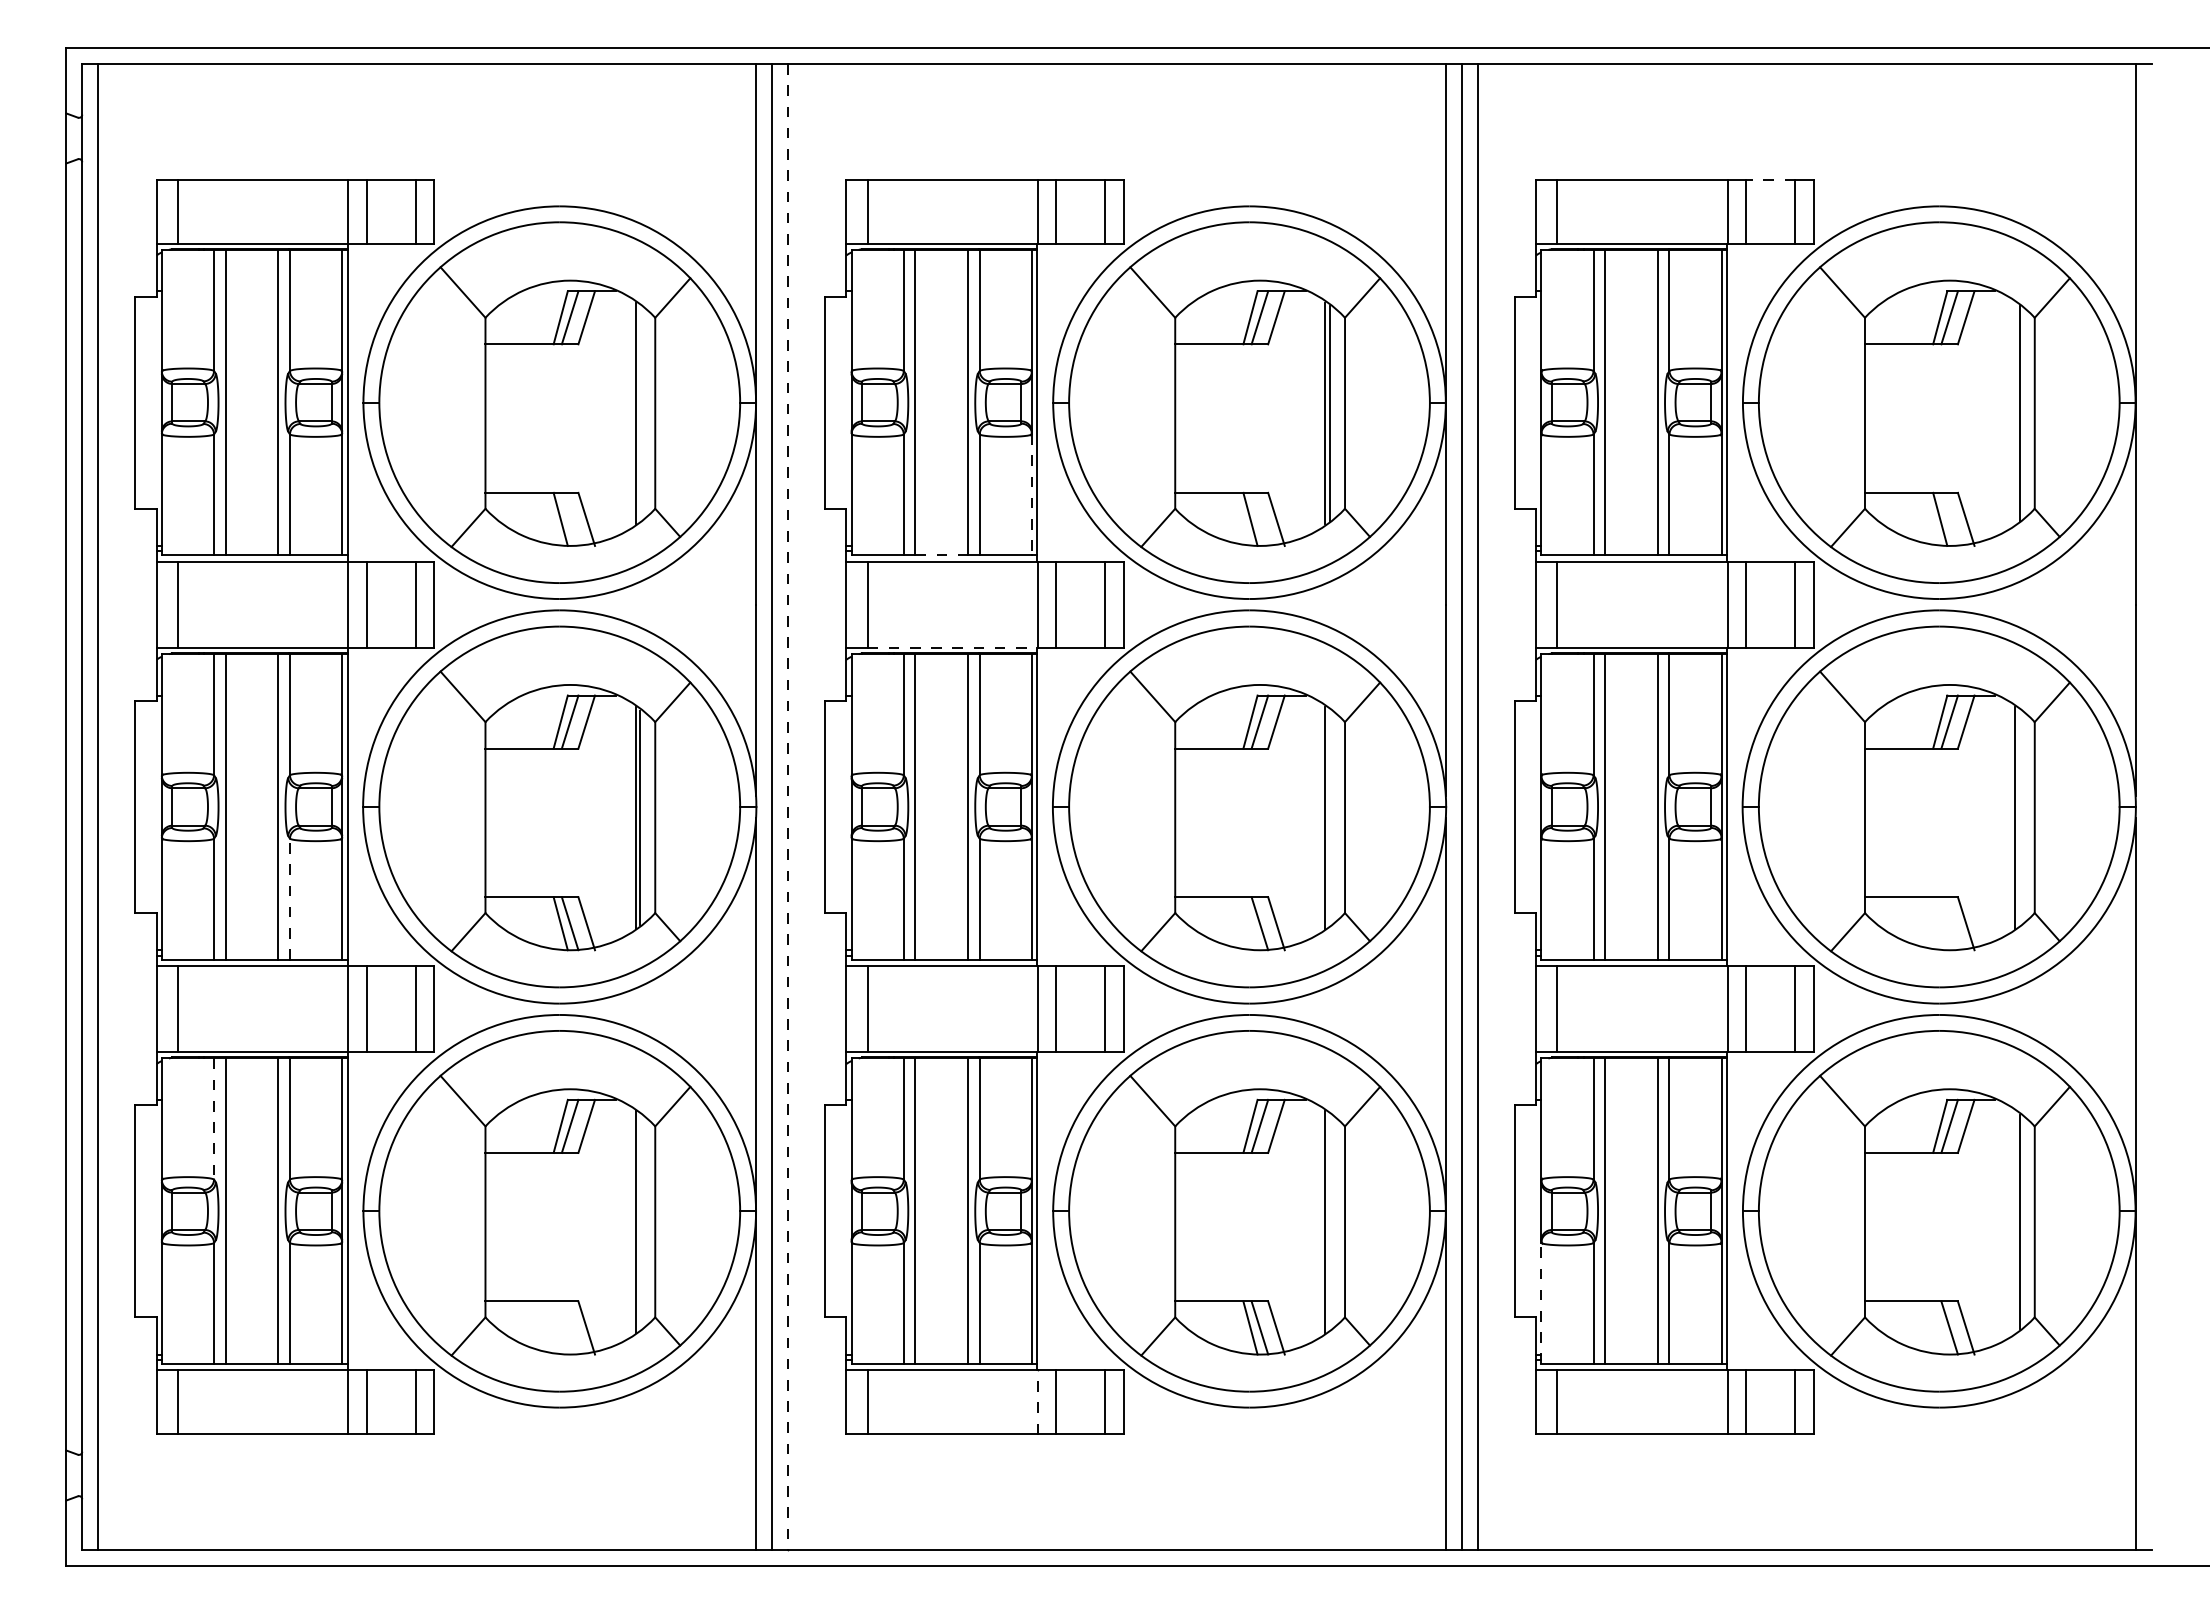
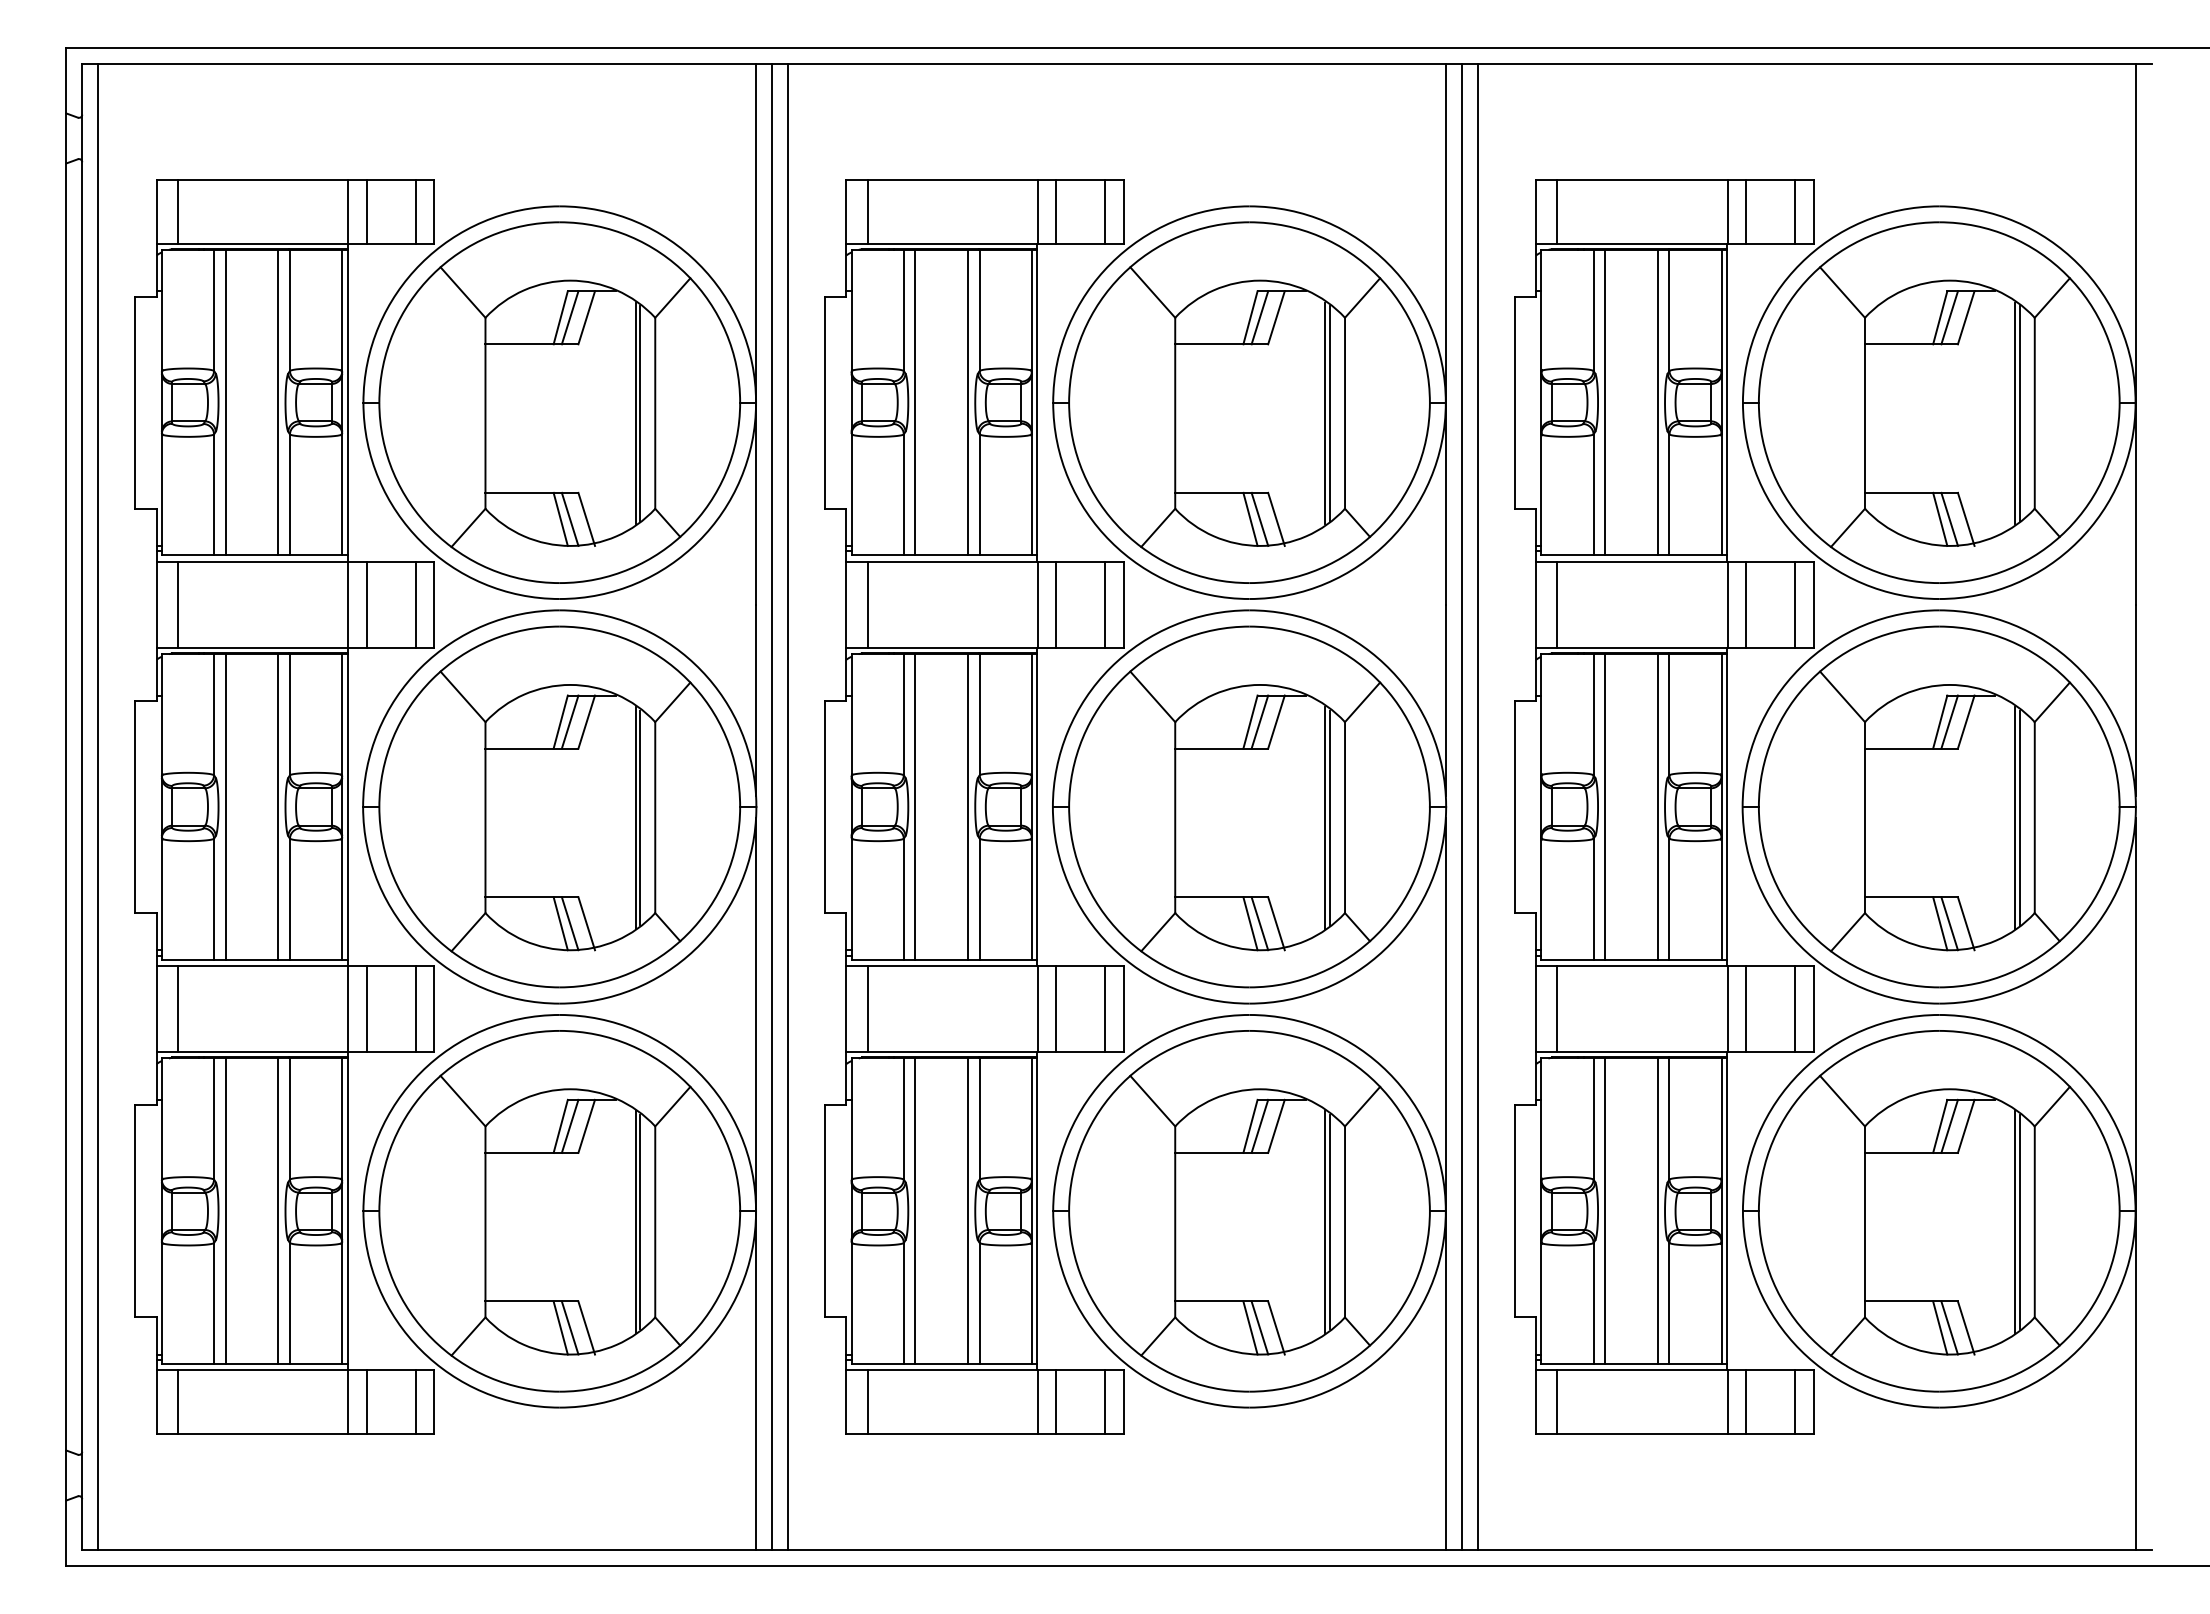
line at (1770, 179): dashed -> solid
line at (640, 413): none -> present
line at (2015, 413): none -> present
line at (1031, 494): dashed -> solid
line at (569, 518): none -> present
line at (1259, 518): none -> present
line at (1949, 518): none -> present
line at (942, 555): dashed -> solid
line at (953, 647): dashed -> solid
line at (787, 806): dashed -> solid
line at (1330, 817): none -> present
line at (2019, 817): none -> present
line at (289, 899): dashed -> solid
line at (1250, 923): none -> present
line at (1940, 923): none -> present
line at (1949, 923): none -> present
line at (214, 1119): dashed -> solid
line at (640, 1221): none -> present
line at (1330, 1221): none -> present
line at (2015, 1222): none -> present
line at (1541, 1303): dashed -> solid
line at (560, 1327): none -> present
line at (569, 1327): none -> present
line at (1940, 1327): none -> present
line at (1038, 1402): dashed -> solid
